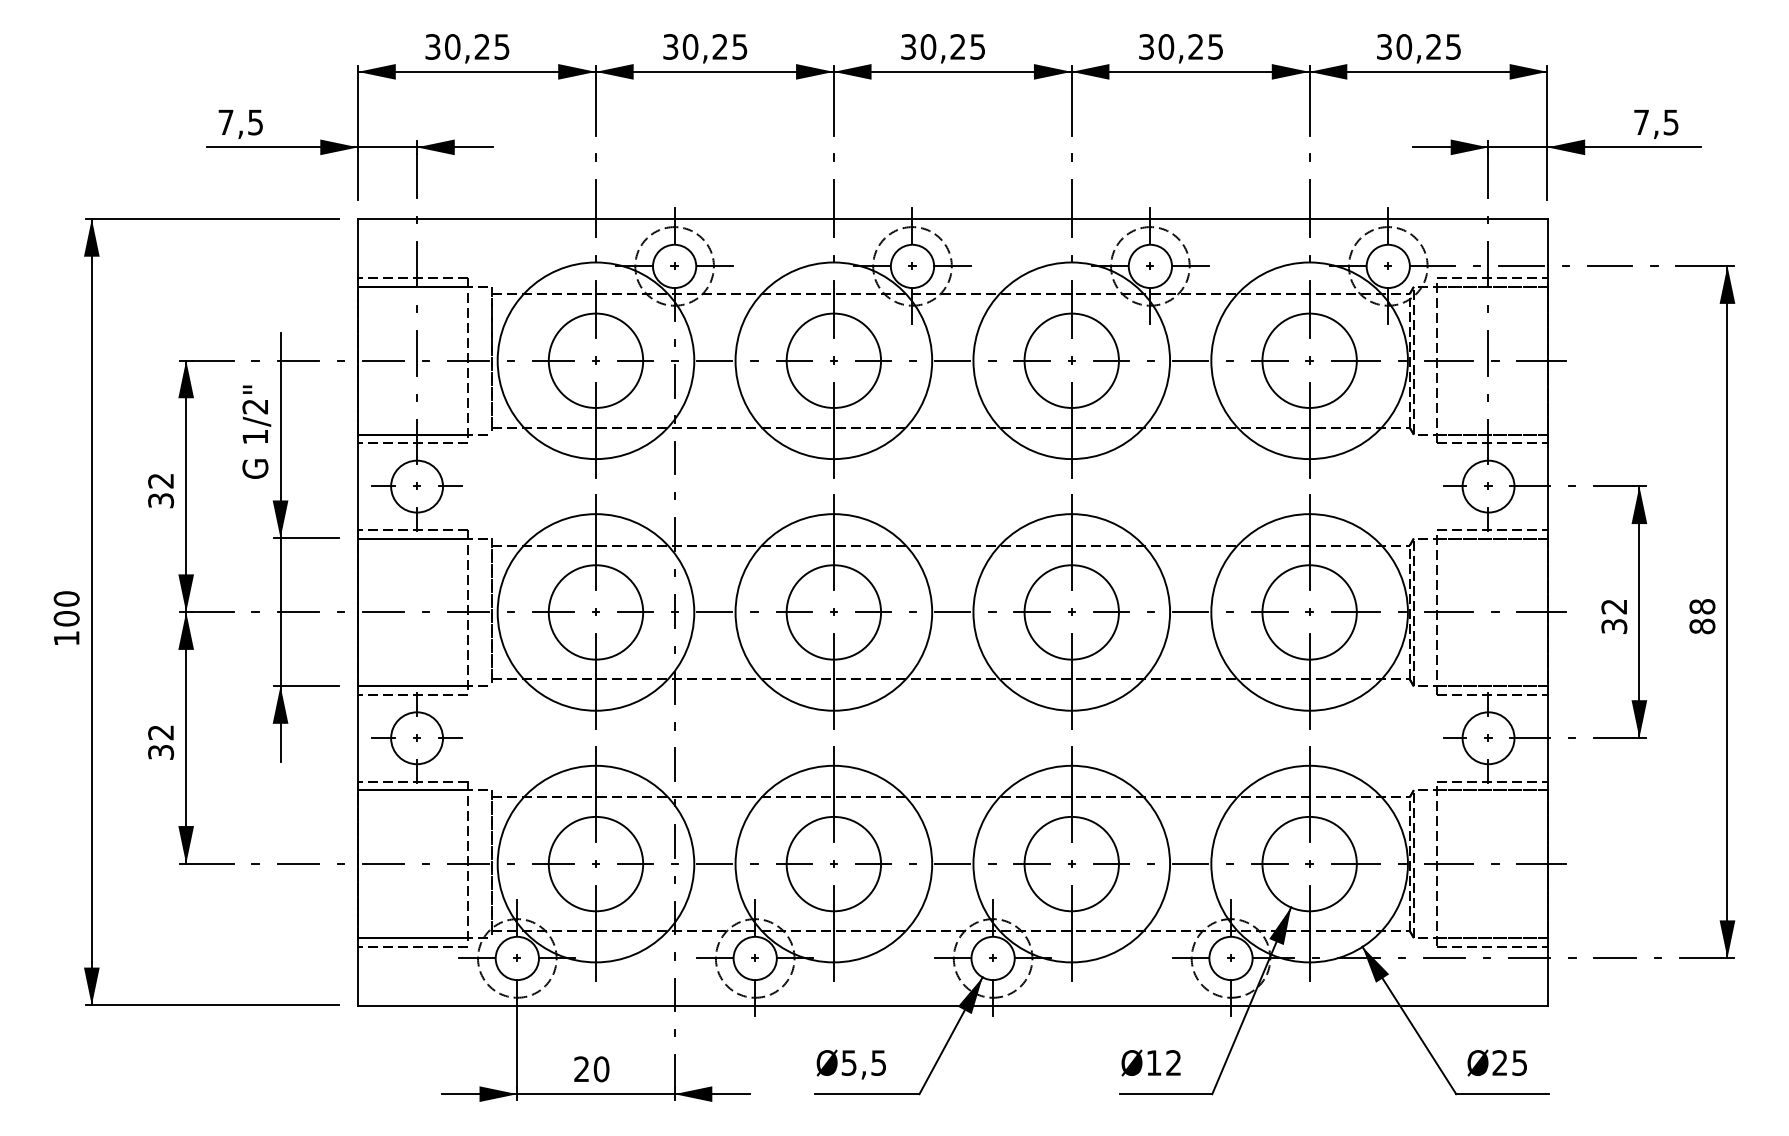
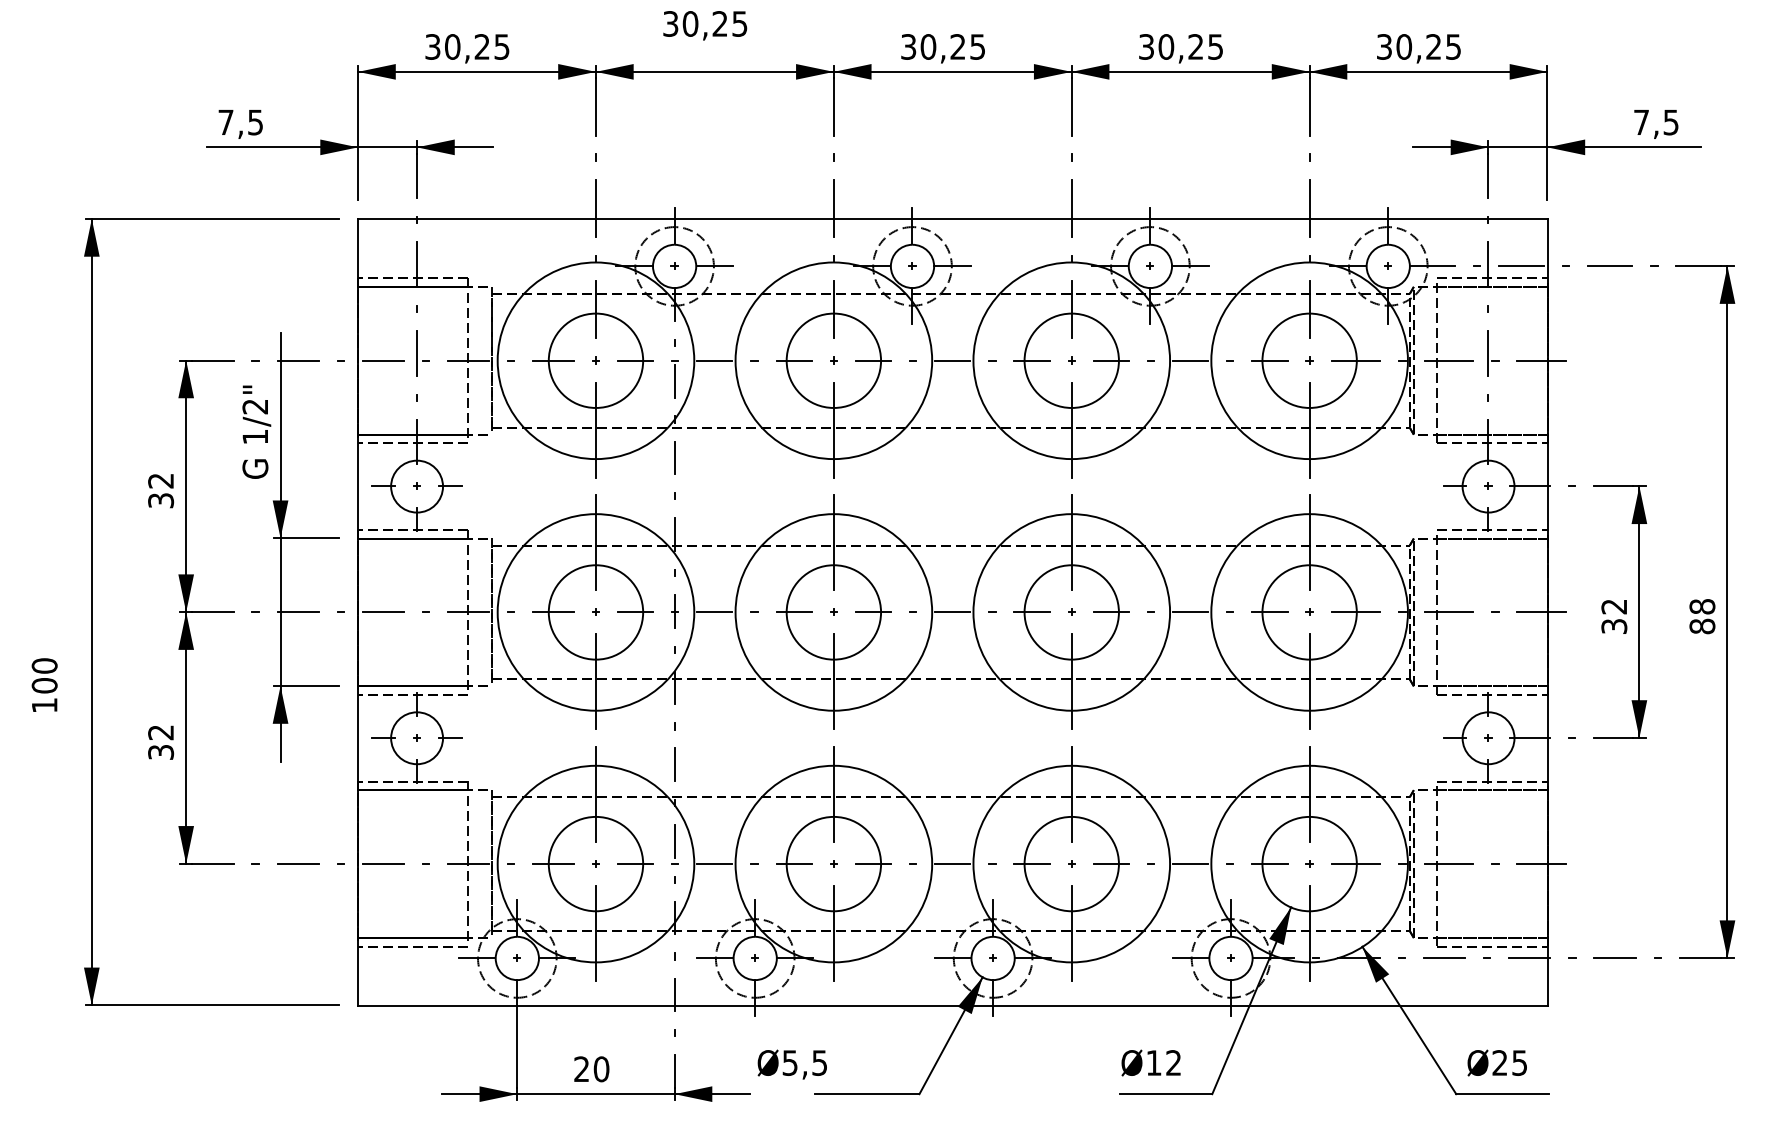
text at (705, 48) position: (705, 48) -> (705, 25)
text at (66, 617) position: (66, 617) -> (44, 684)
text at (850, 1064) position: (850, 1064) -> (791, 1064)
